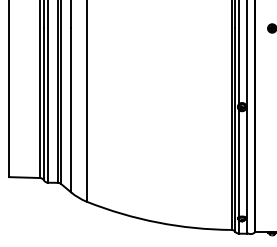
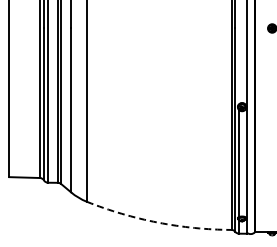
line at (239, 53): present -> none
arc at (157, 222): solid -> dashed
